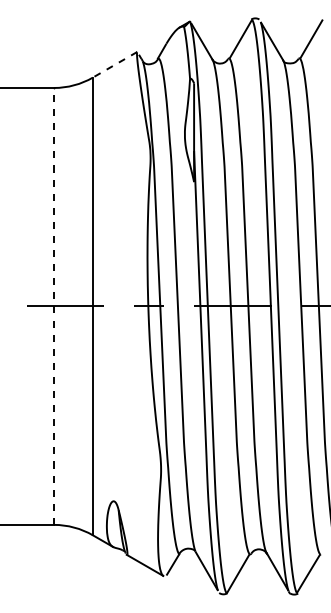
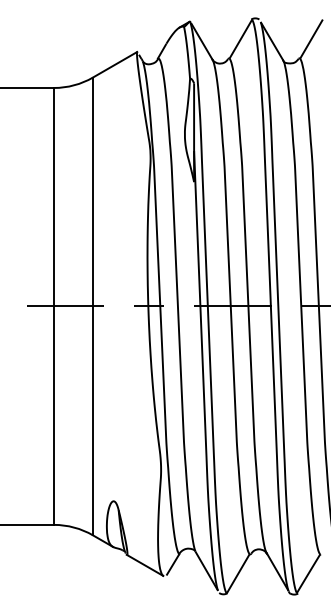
line at (115, 64): dashed -> solid
line at (54, 305): dashed -> solid
